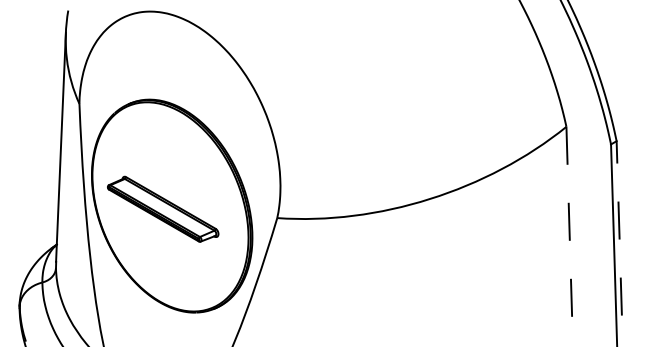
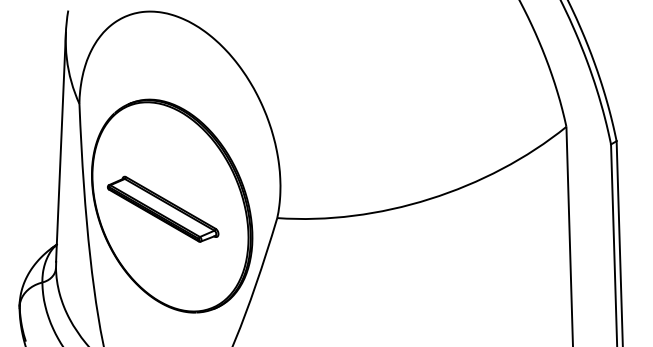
line at (569, 236): dashed -> solid
line at (619, 243): dashed -> solid
